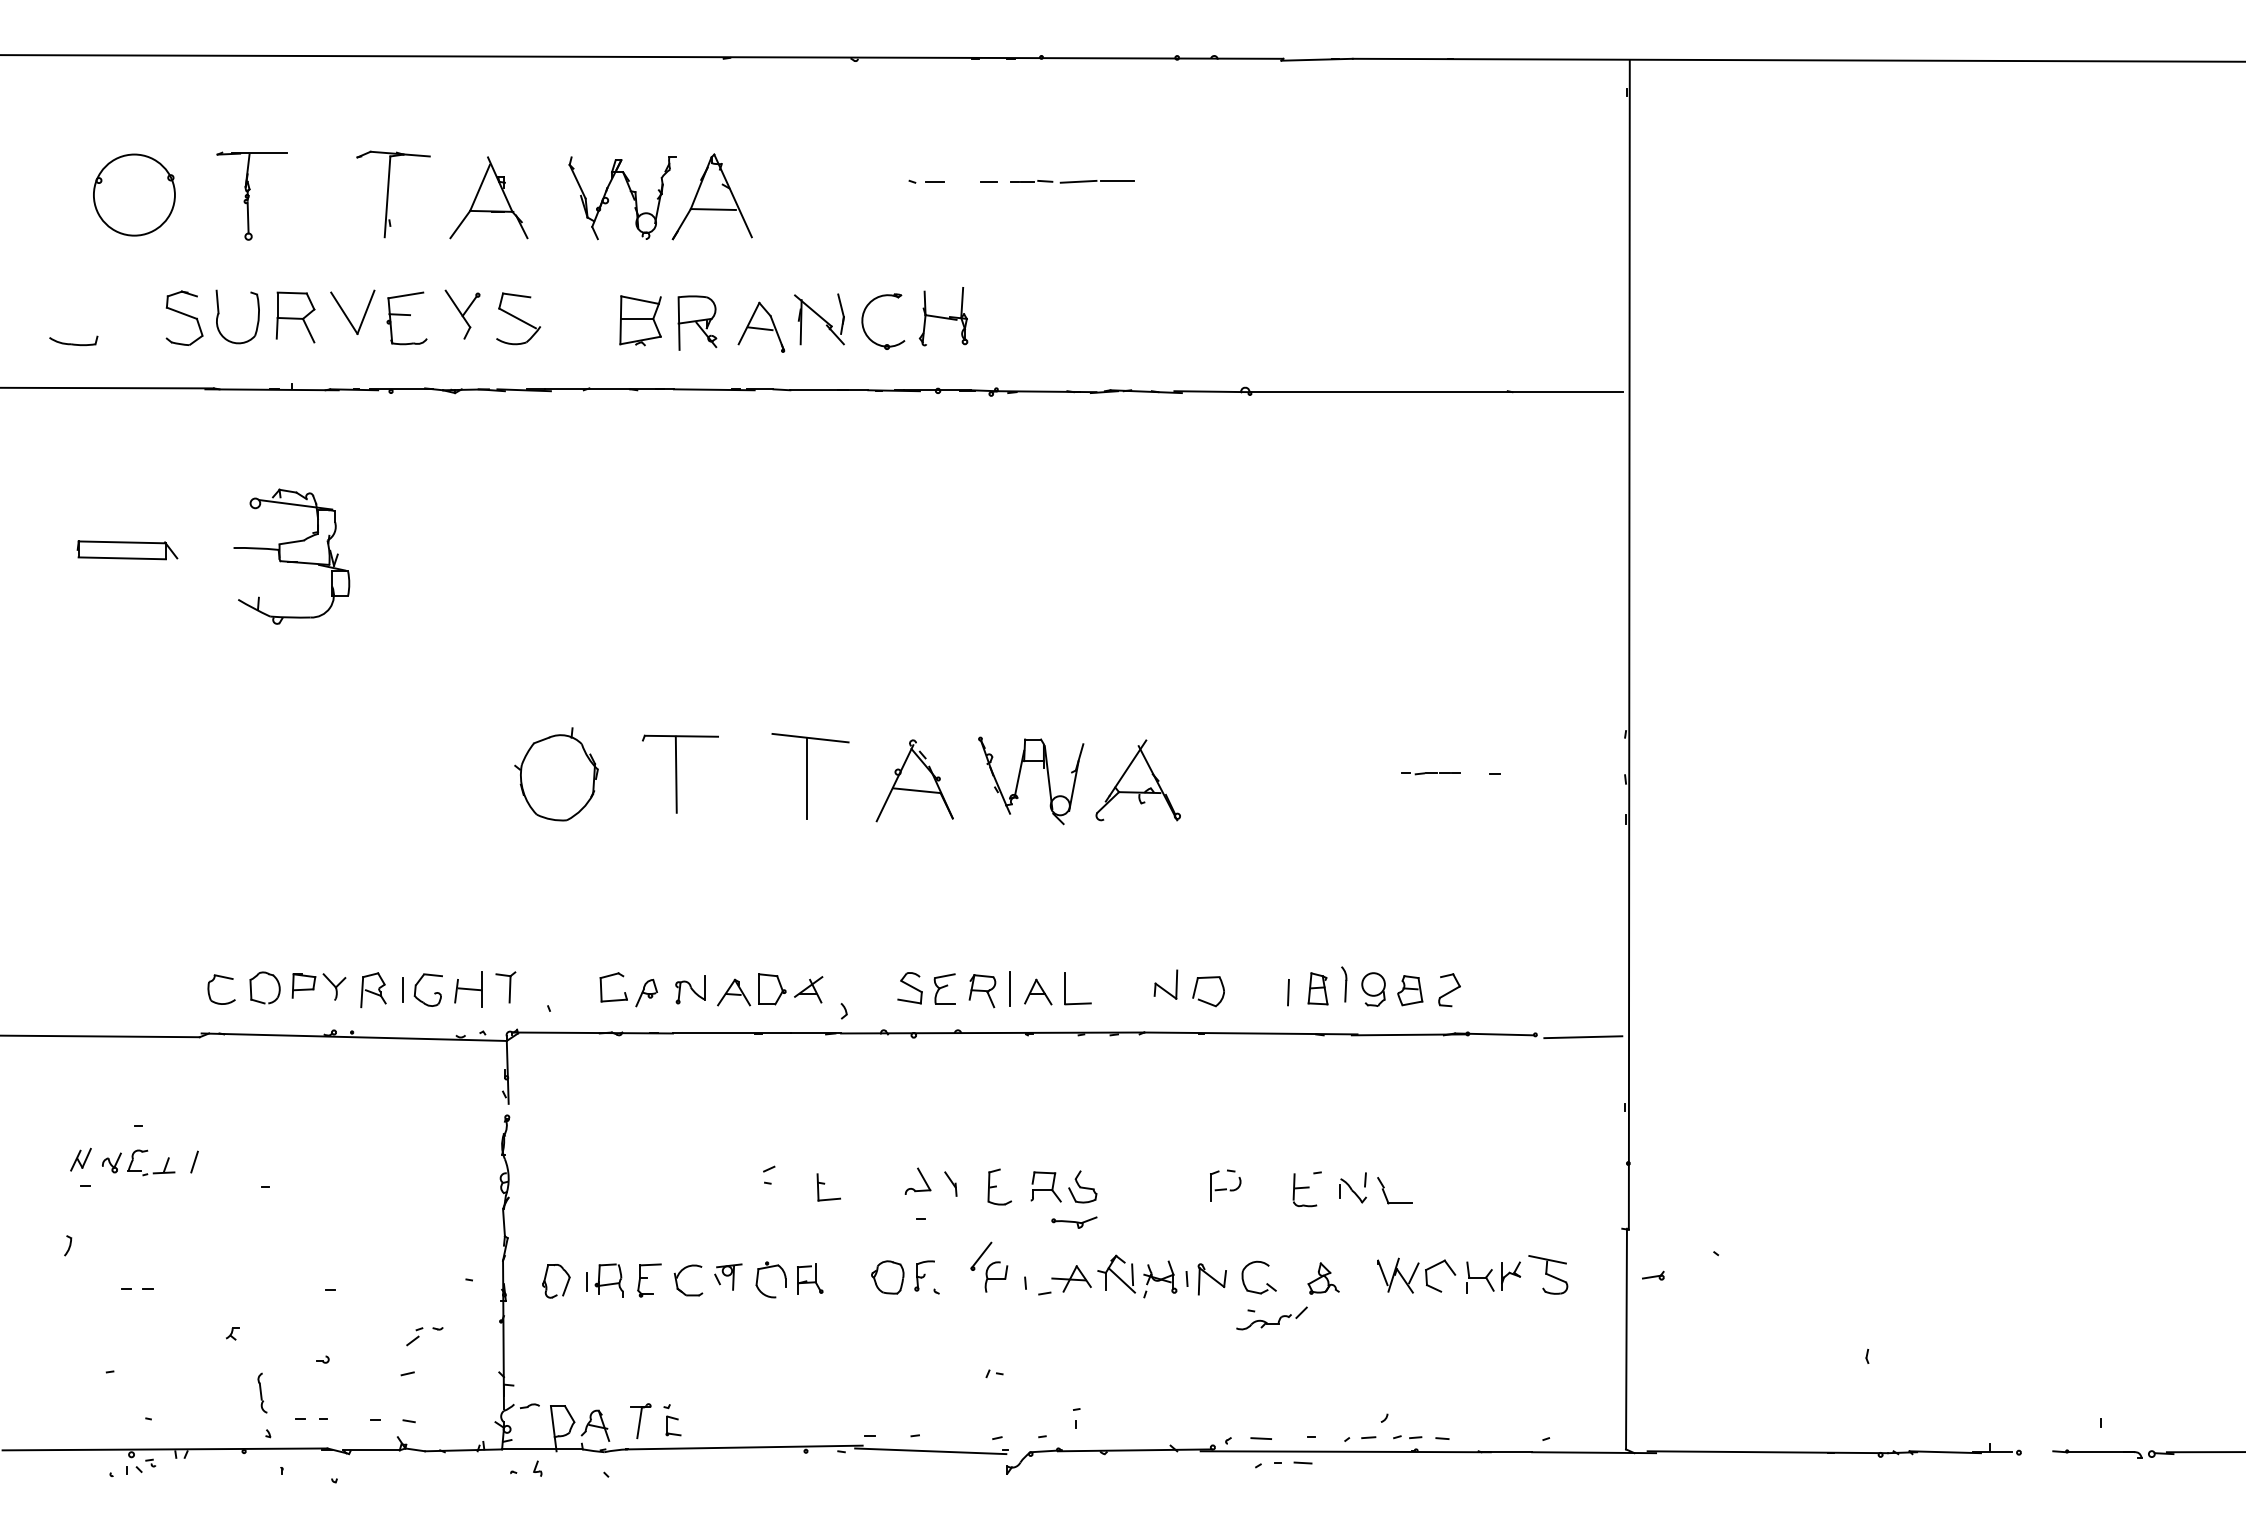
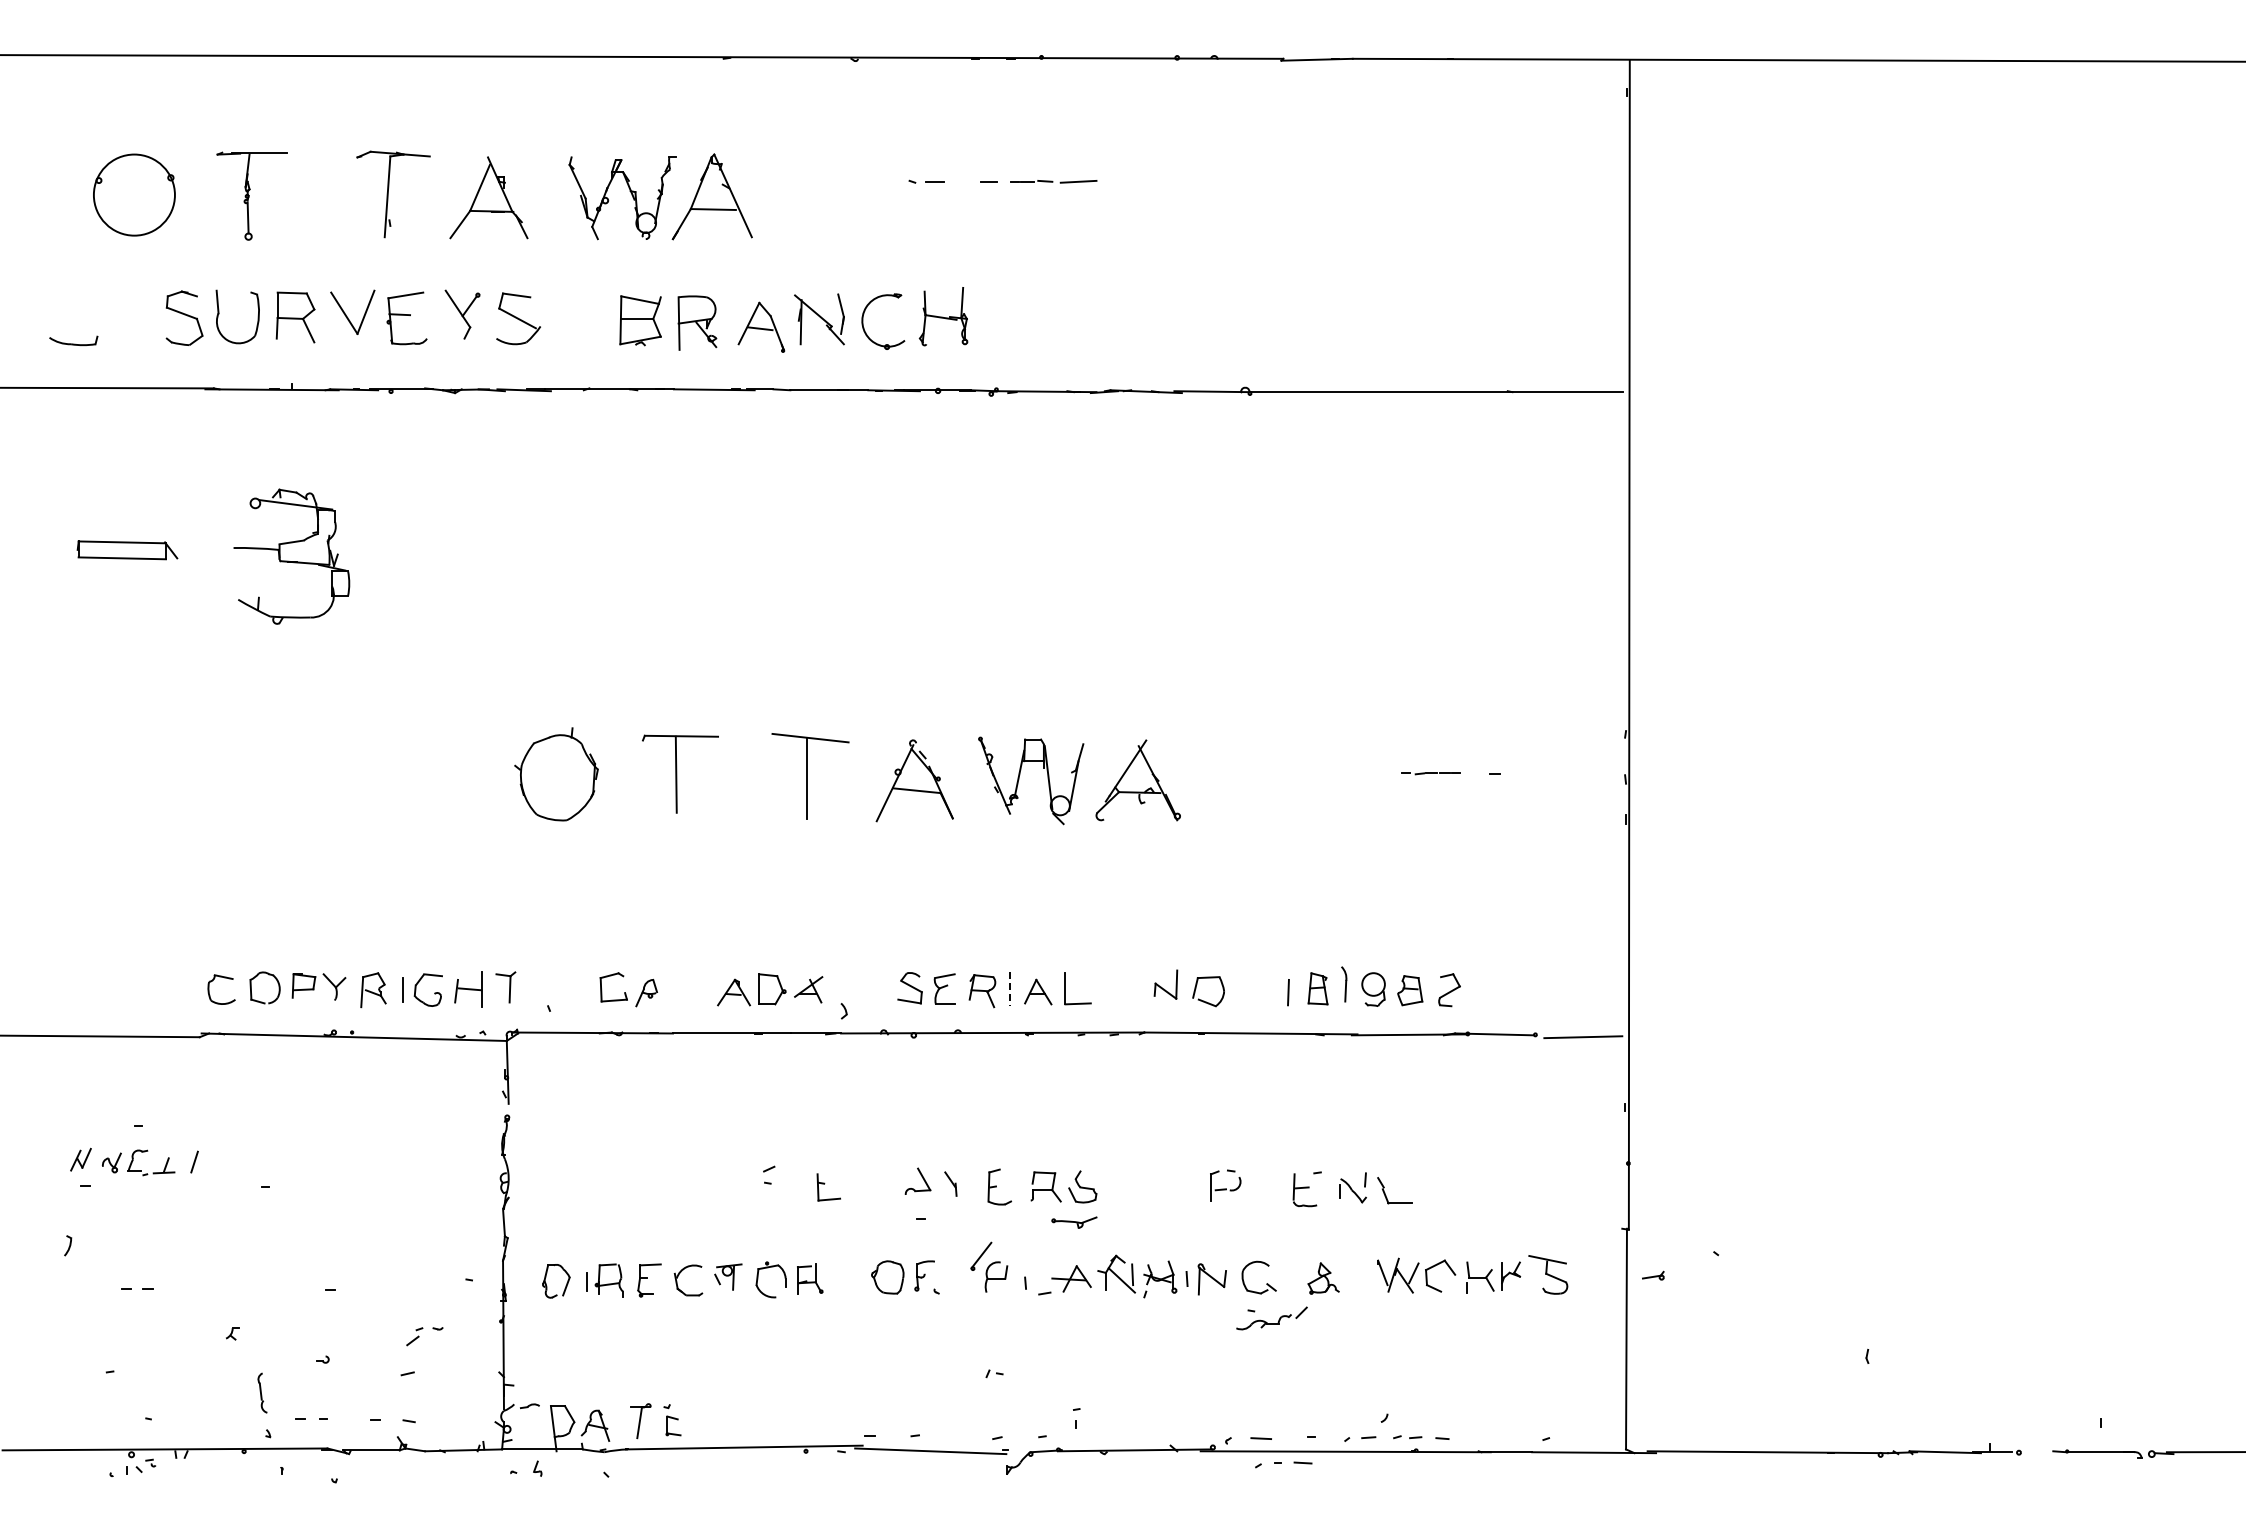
line at (1117, 180): present -> none
part at (690, 989): present -> none
line at (1010, 989): solid -> dashed
